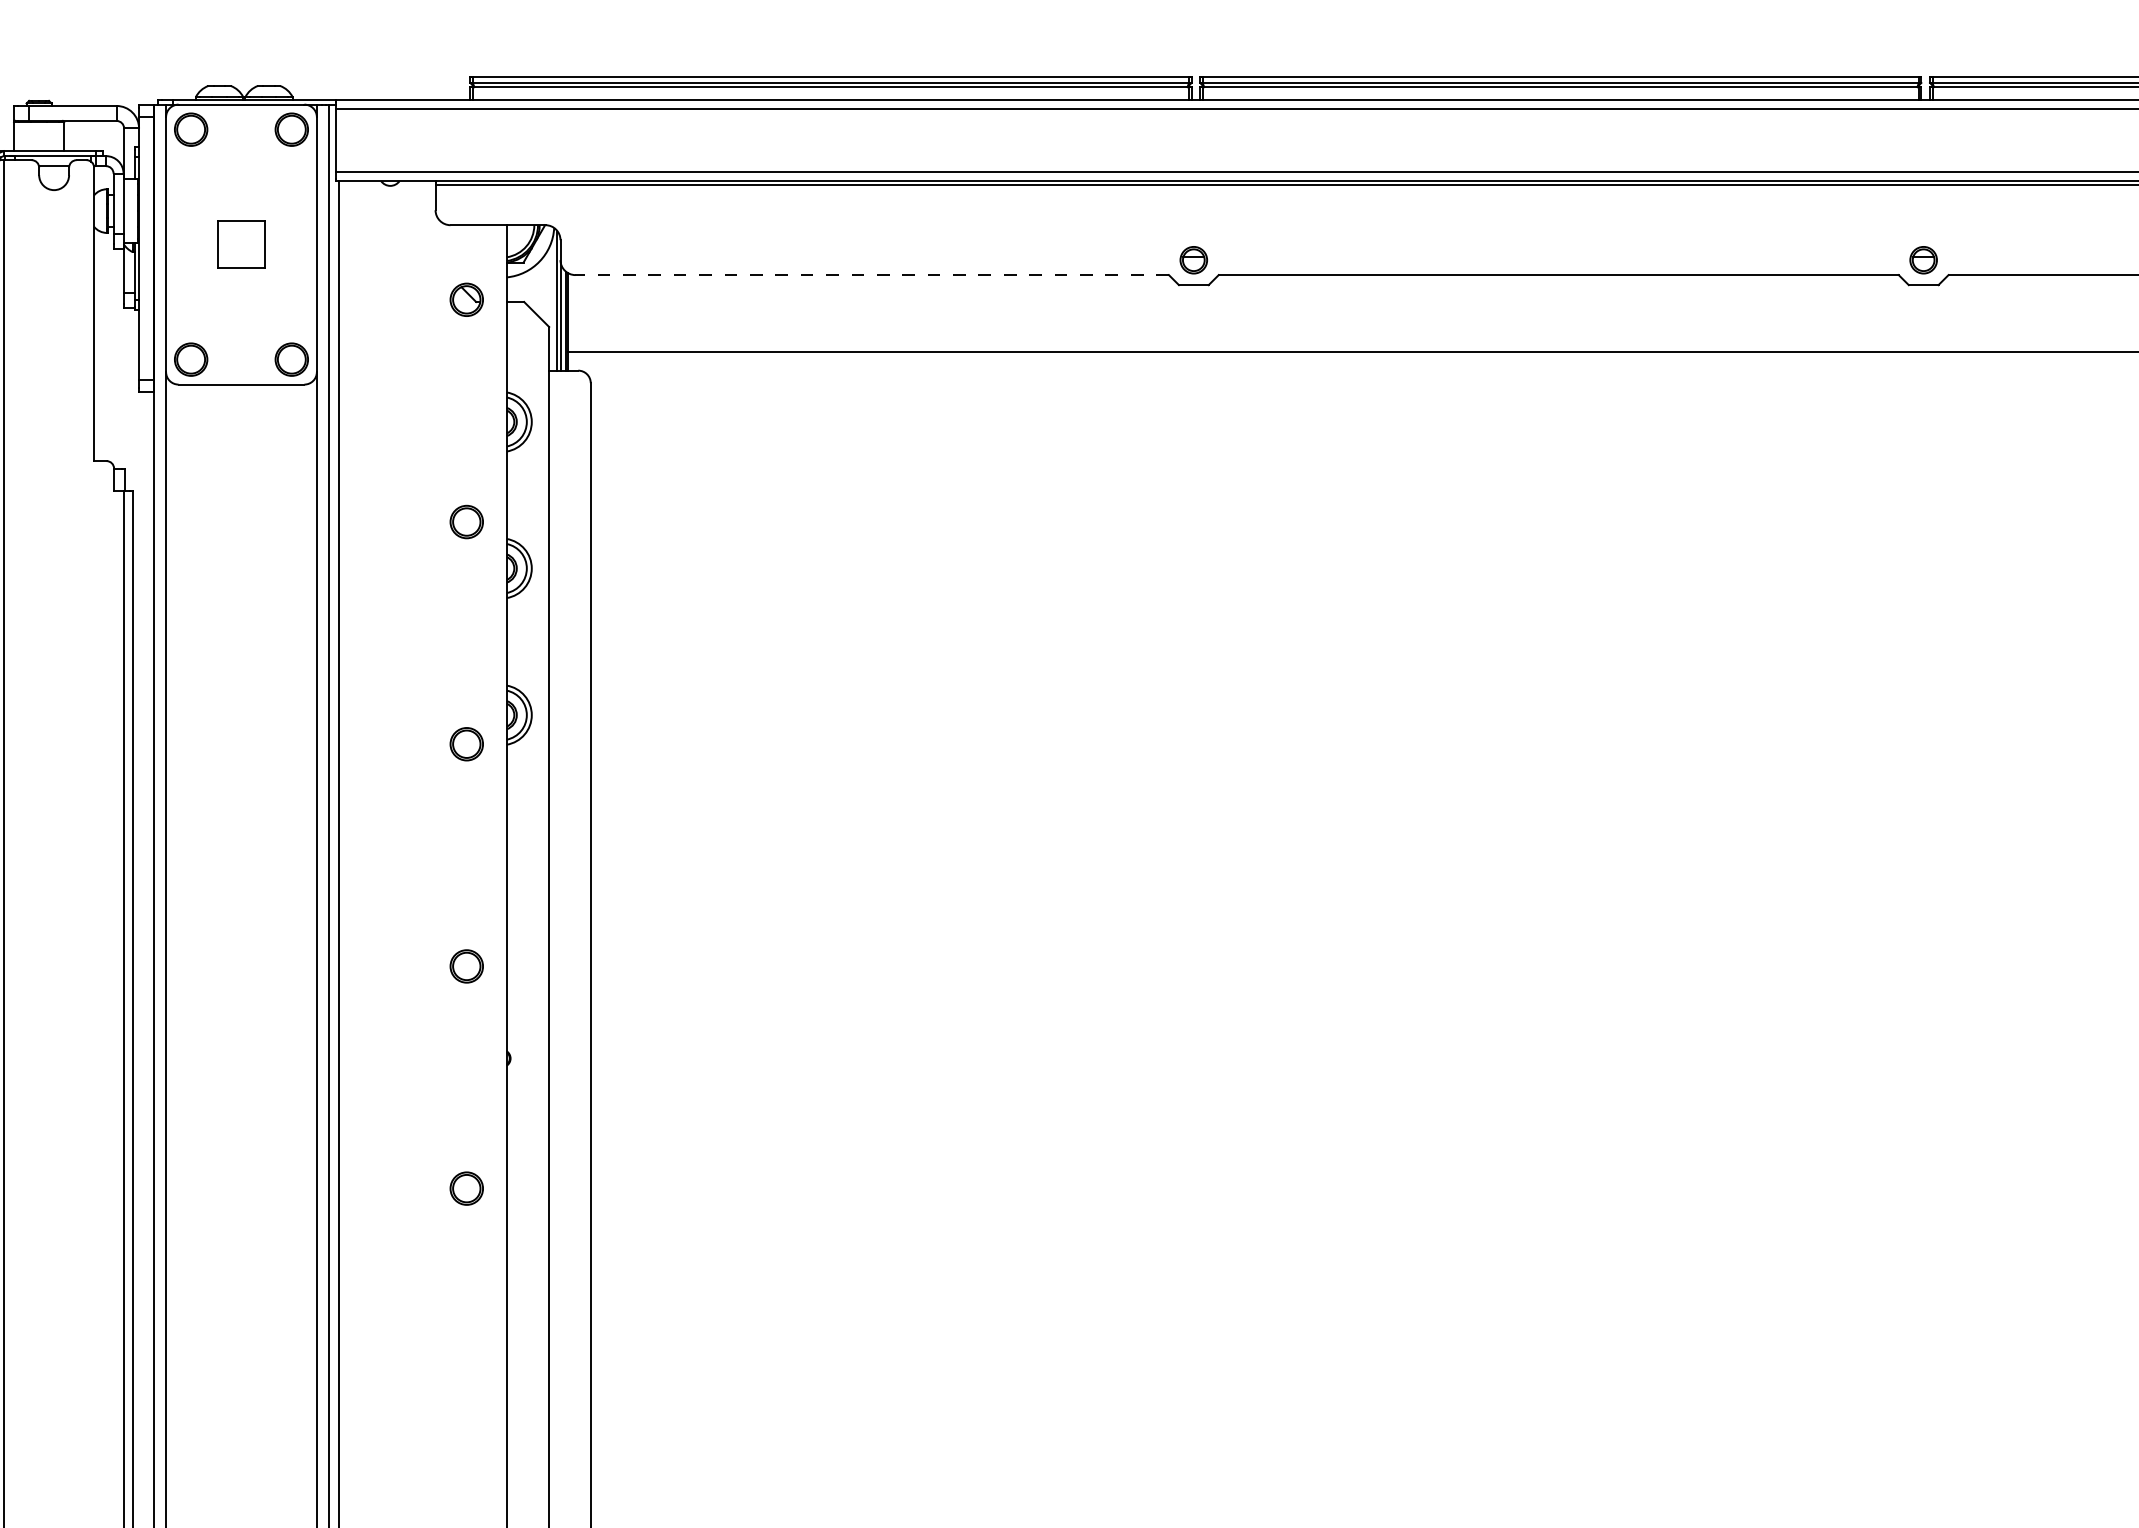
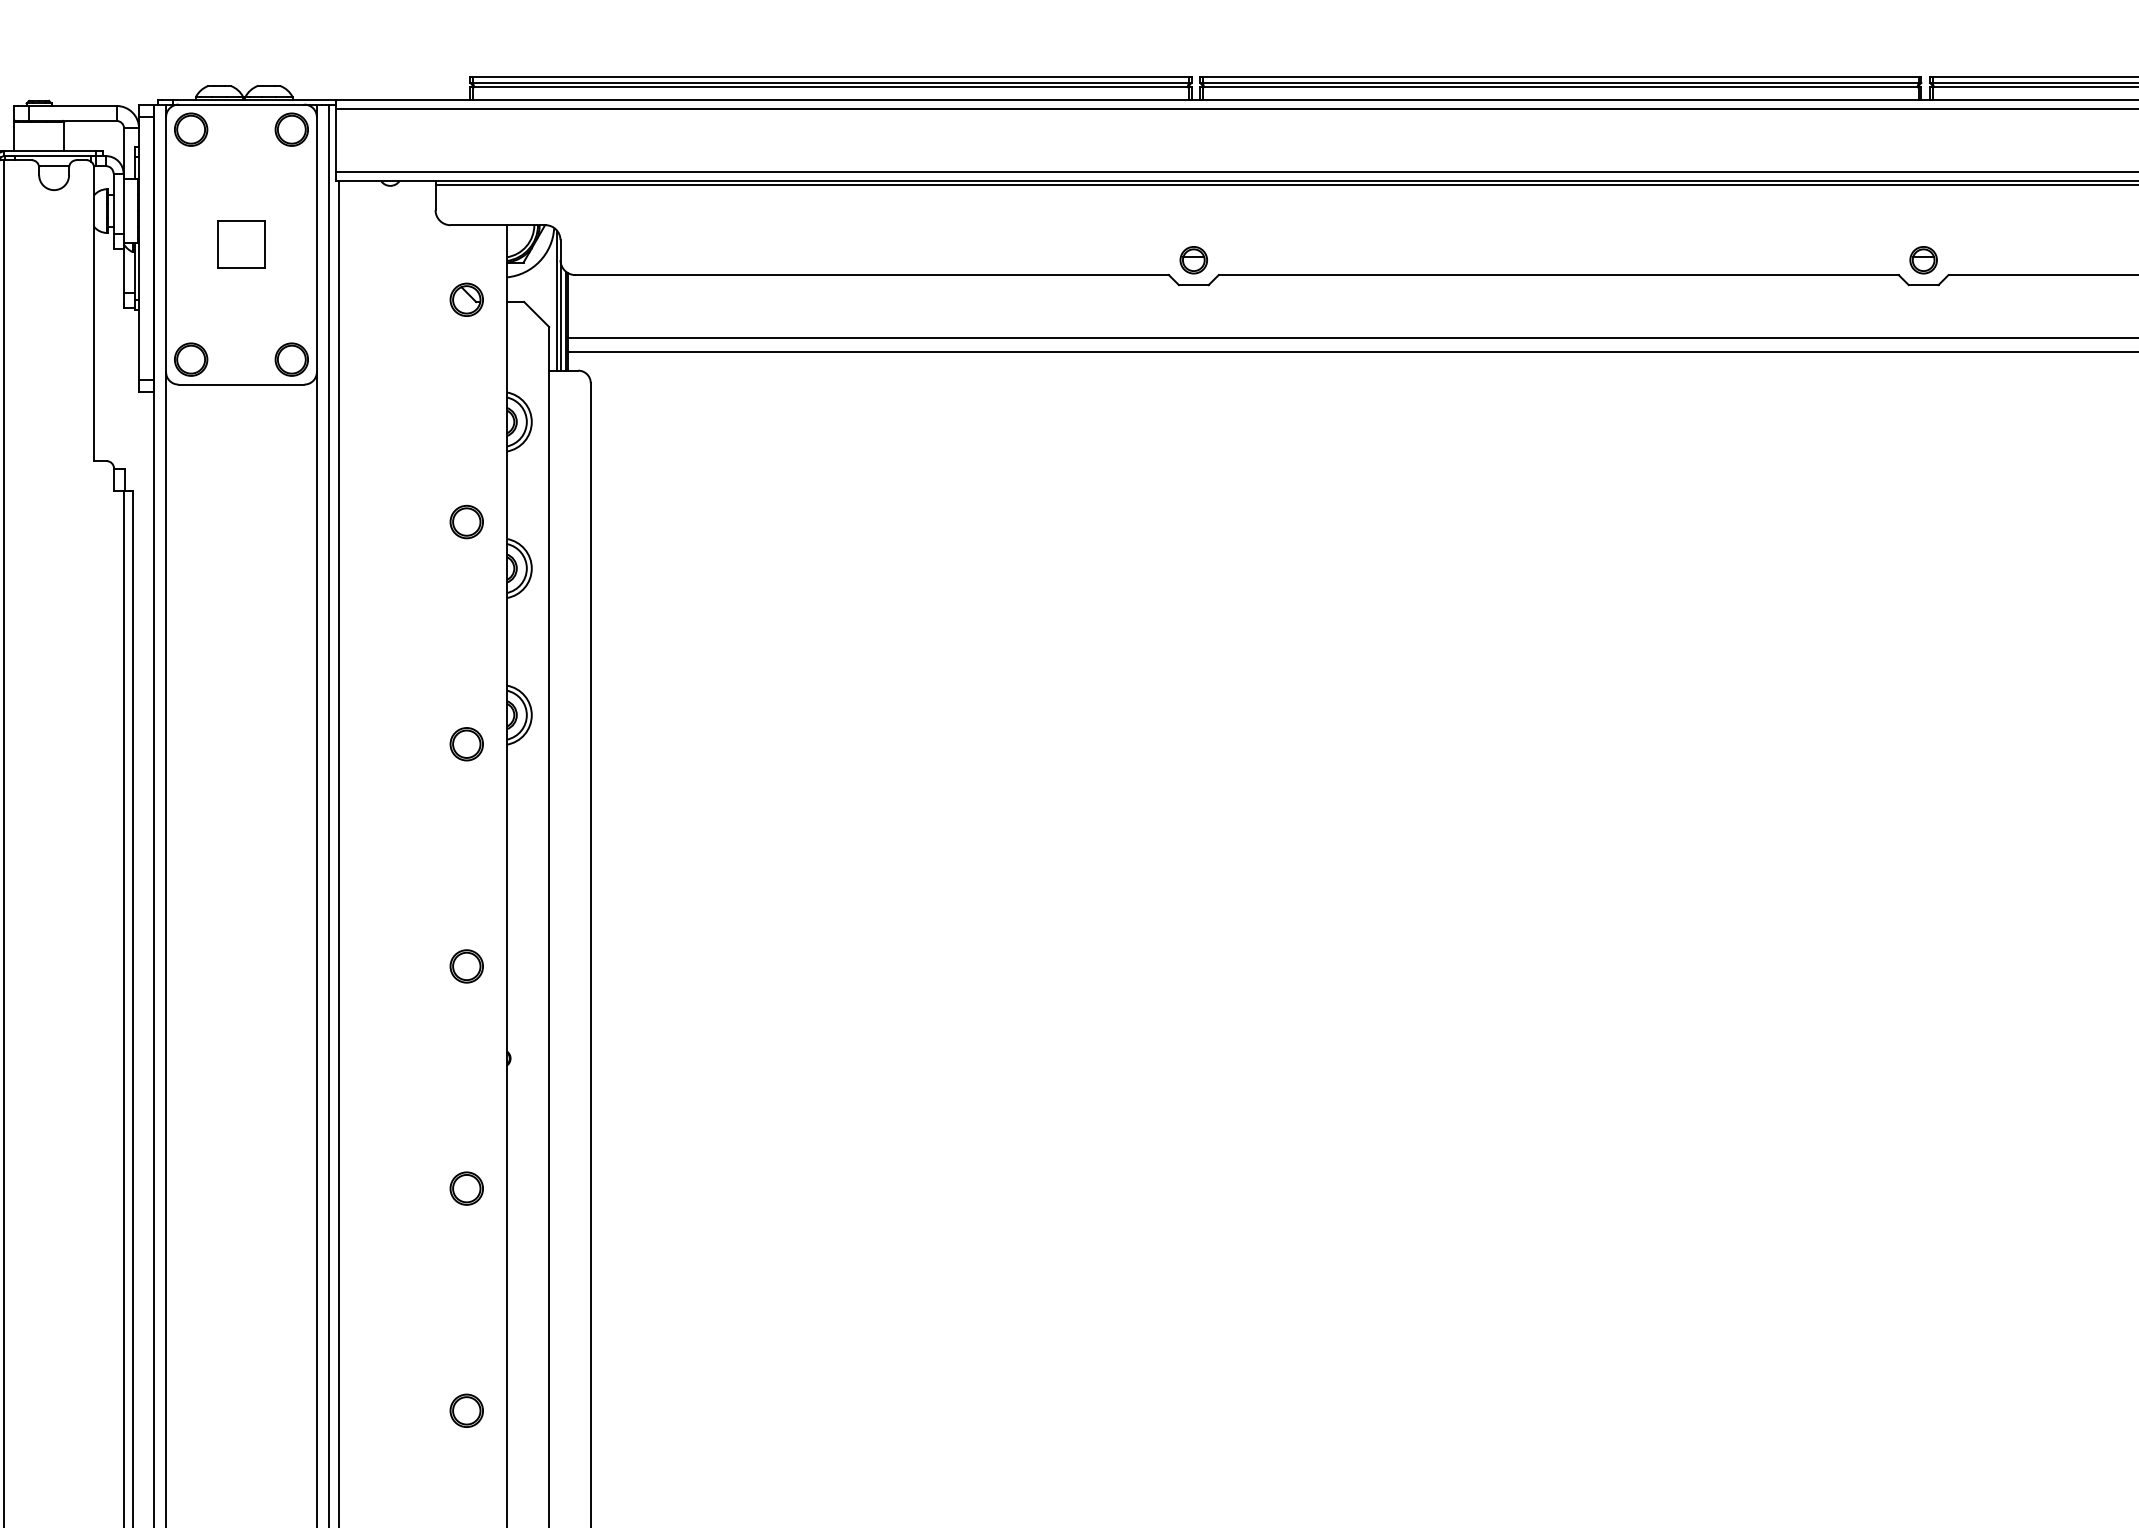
line at (872, 275): dashed -> solid
line at (1351, 338): none -> present
part at (466, 1410): none -> present
